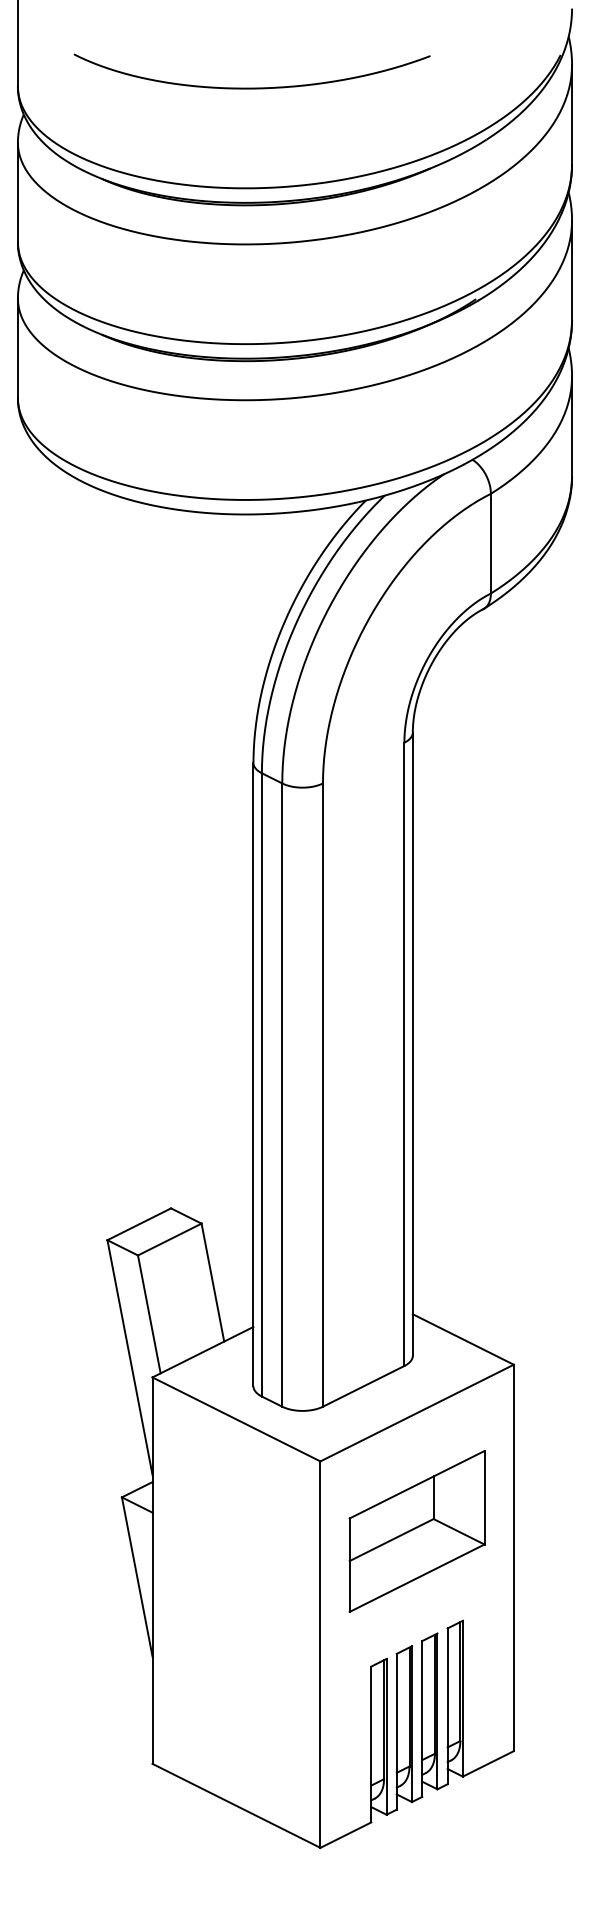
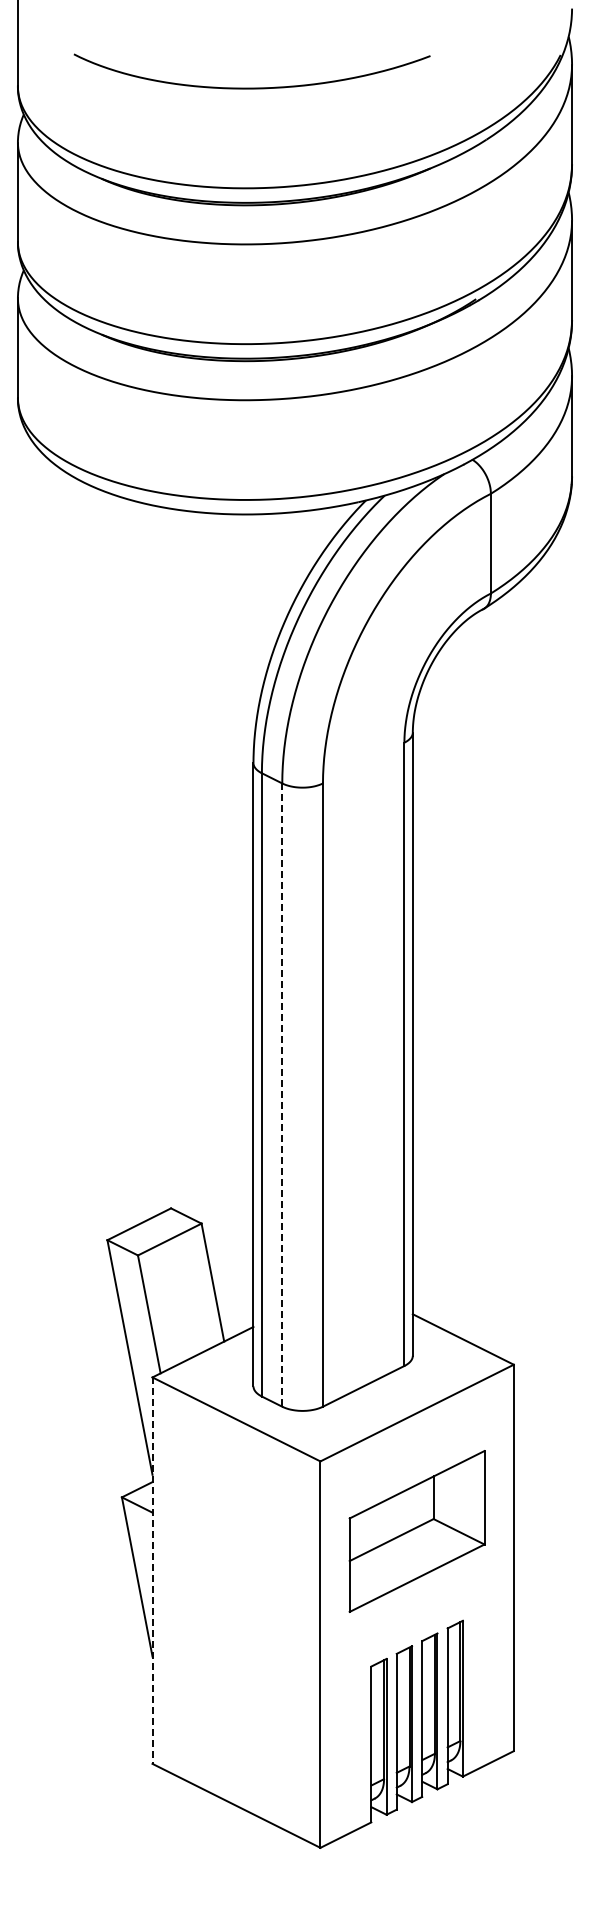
line at (282, 1095): solid -> dashed
line at (152, 1571): solid -> dashed
